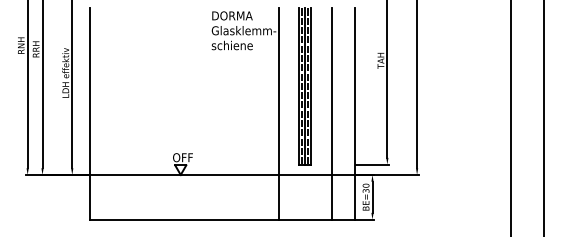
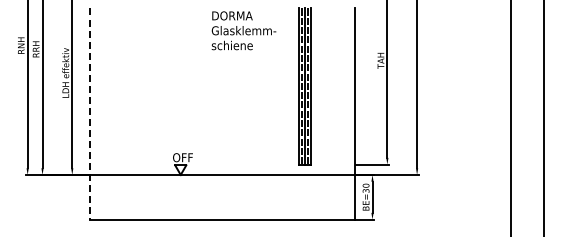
line at (278, 113): present -> none
line at (332, 113): present -> none
line at (90, 114): solid -> dashed
